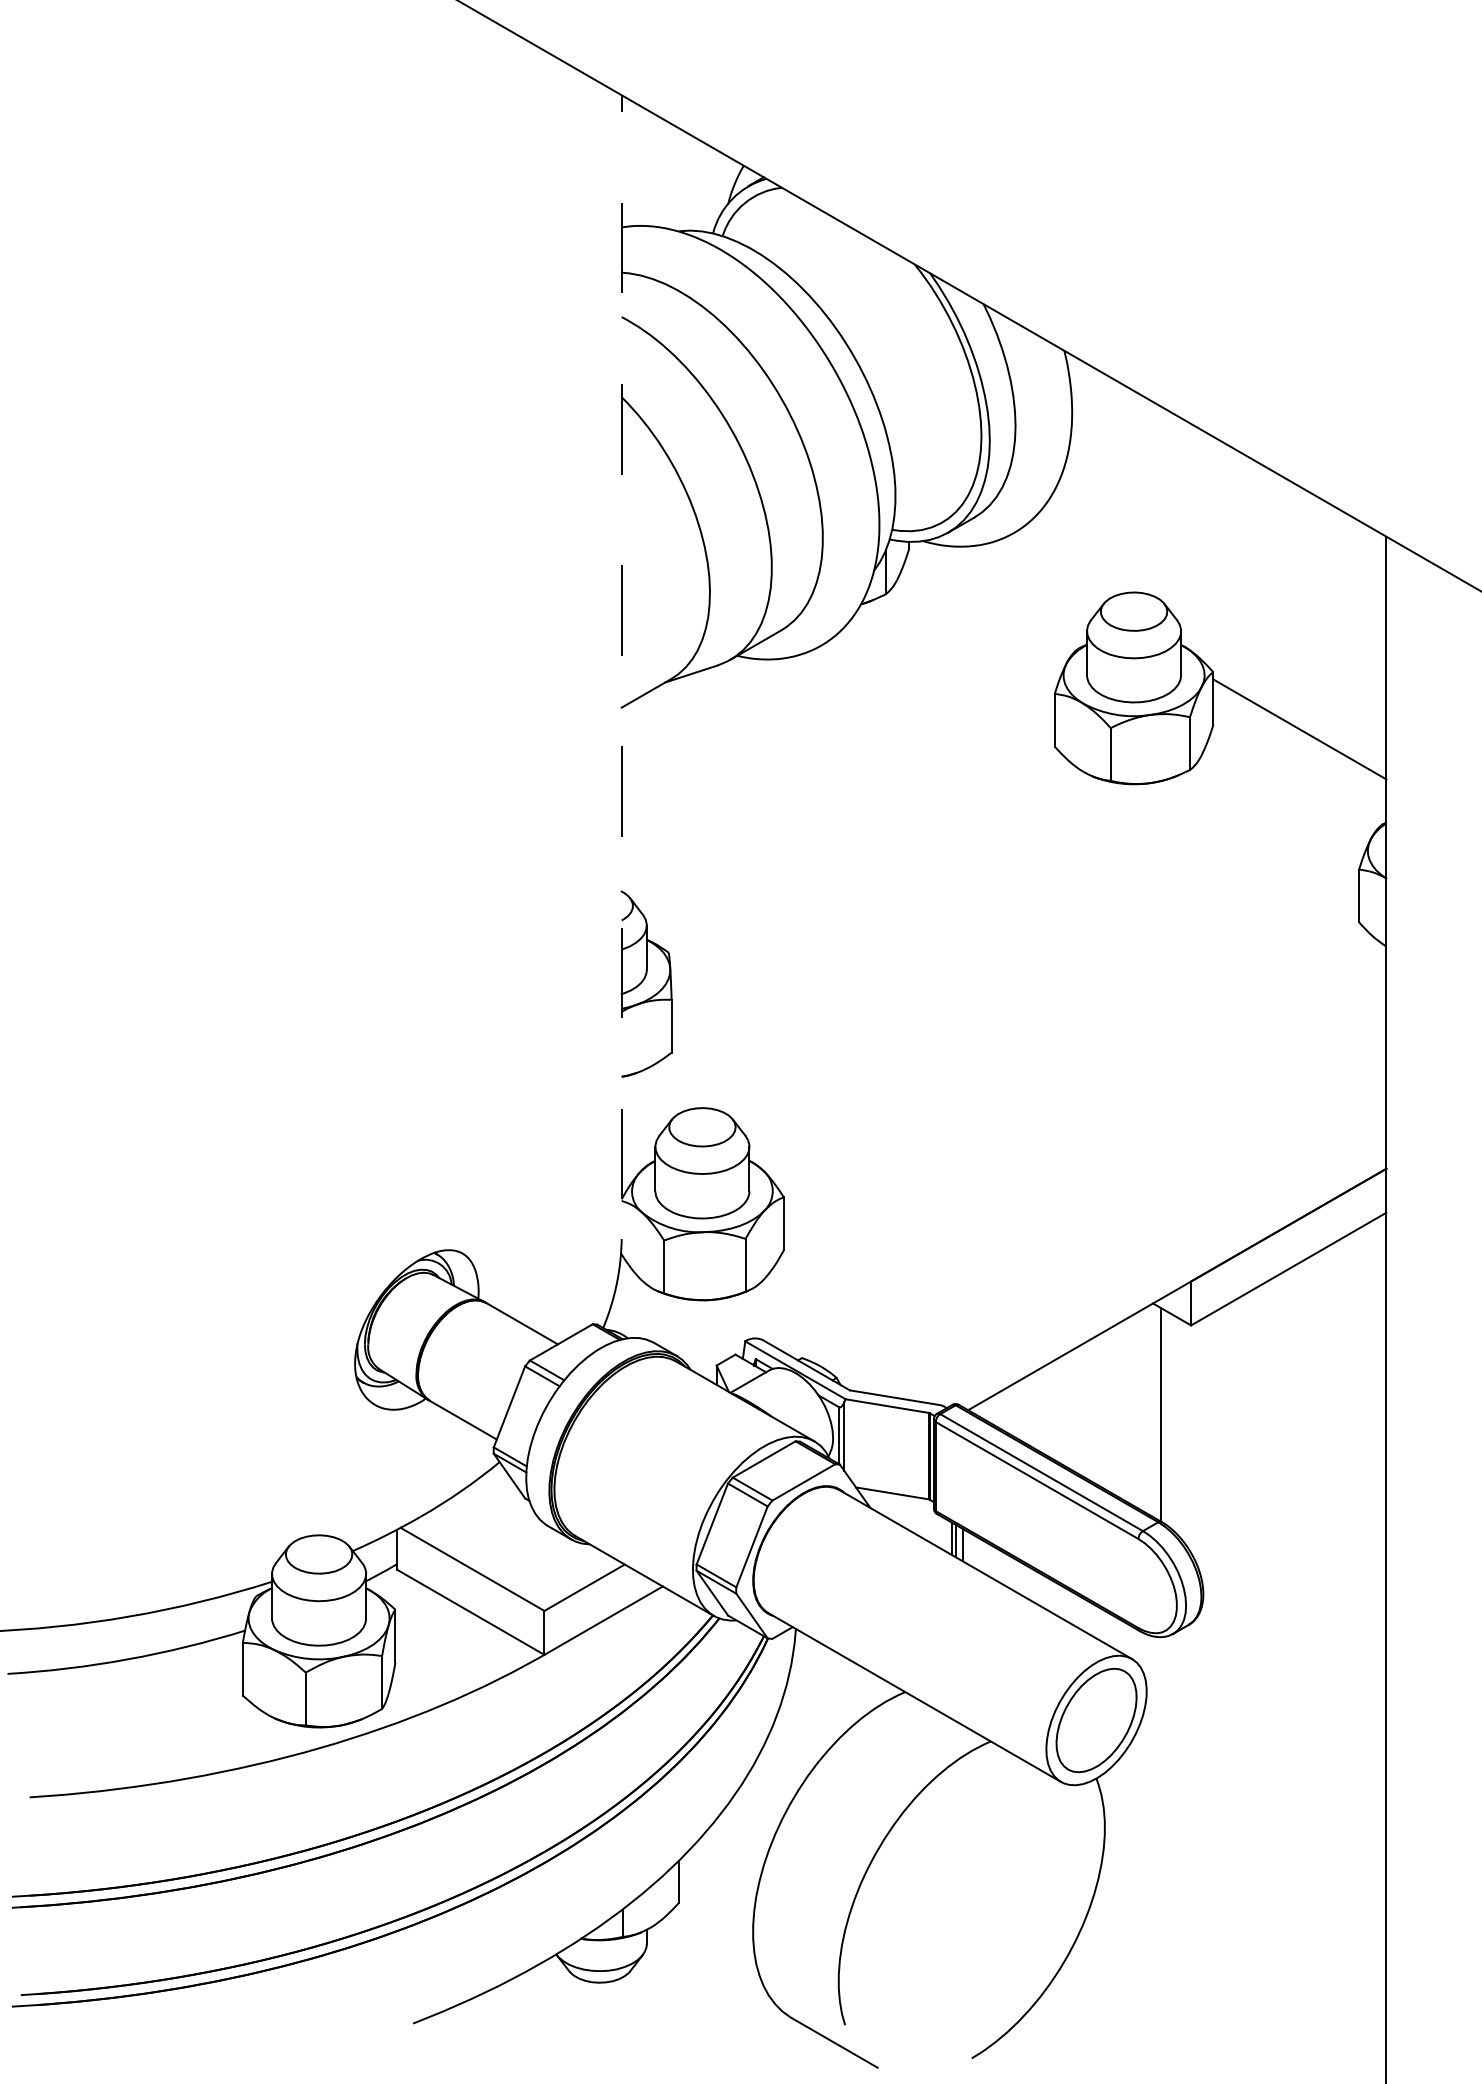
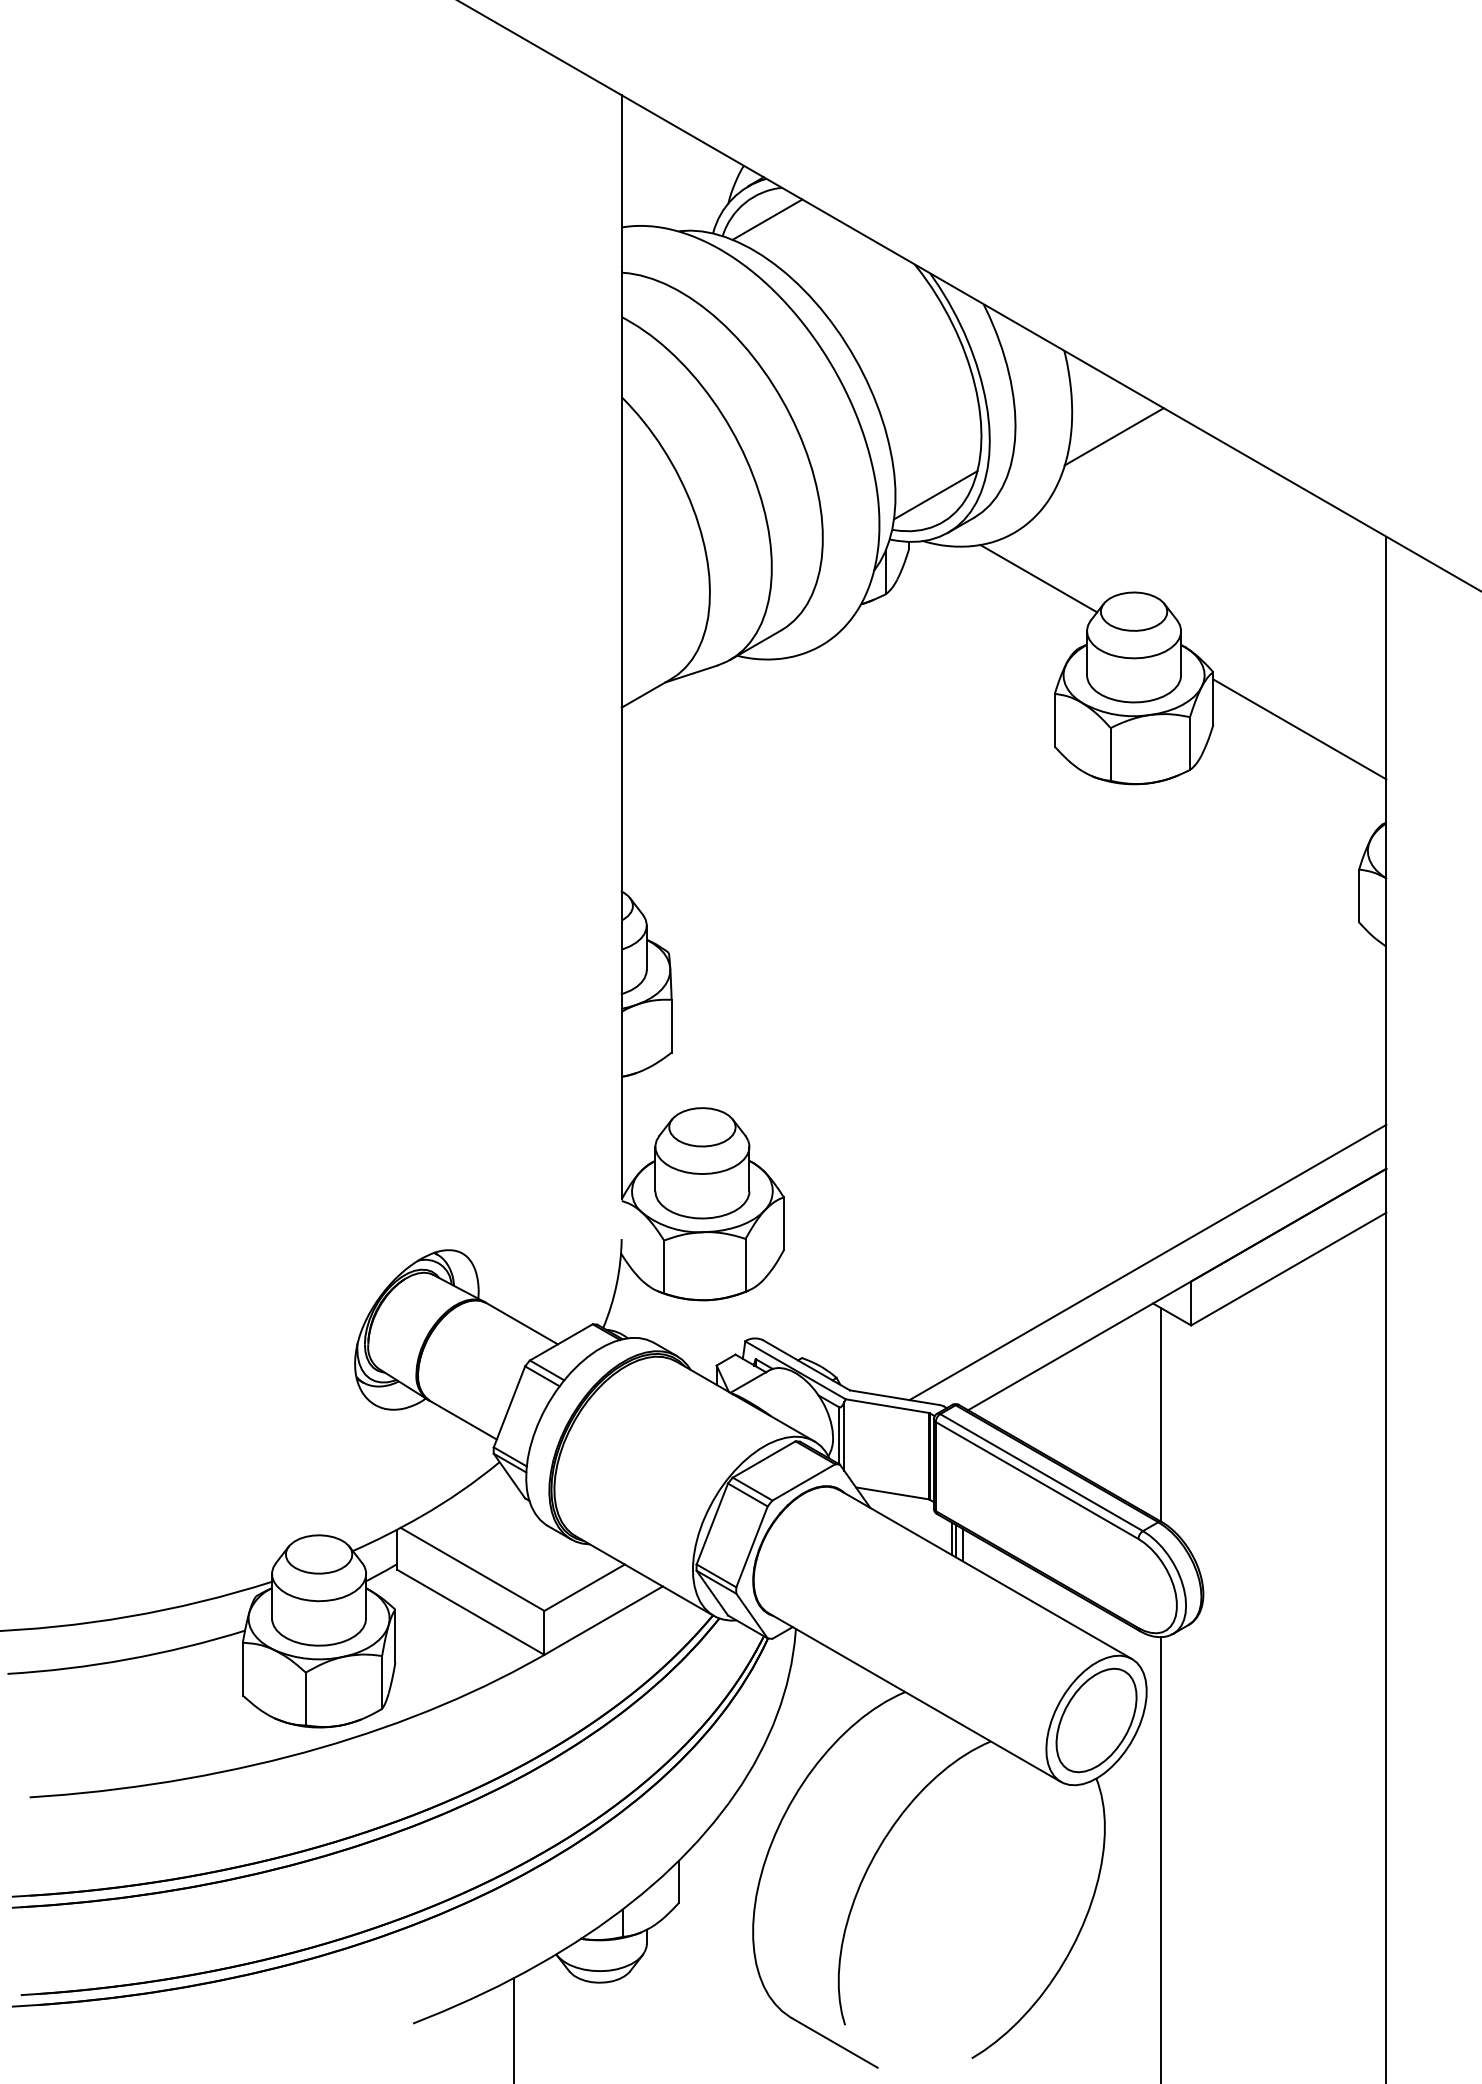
line at (767, 219): none -> present
line at (1113, 436): none -> present
line at (935, 495): none -> present
line at (1038, 578): none -> present
line at (621, 646): dashed -> solid
line at (1147, 1262): none -> present
line at (1160, 1858): none -> present
line at (514, 2029): none -> present
